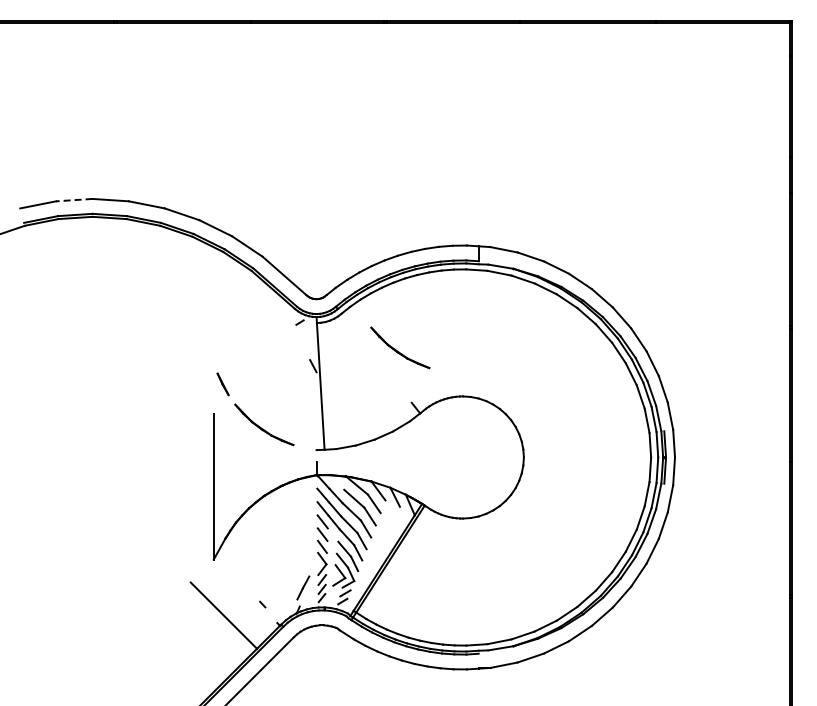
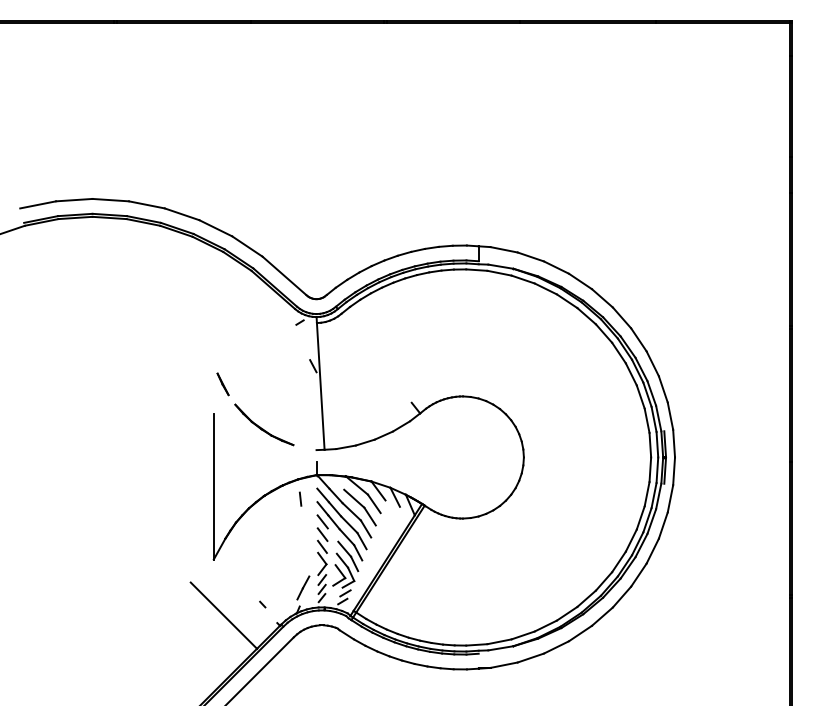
line at (73, 200): dashed -> solid
part at (400, 347): present -> none
line at (300, 498): none -> present
